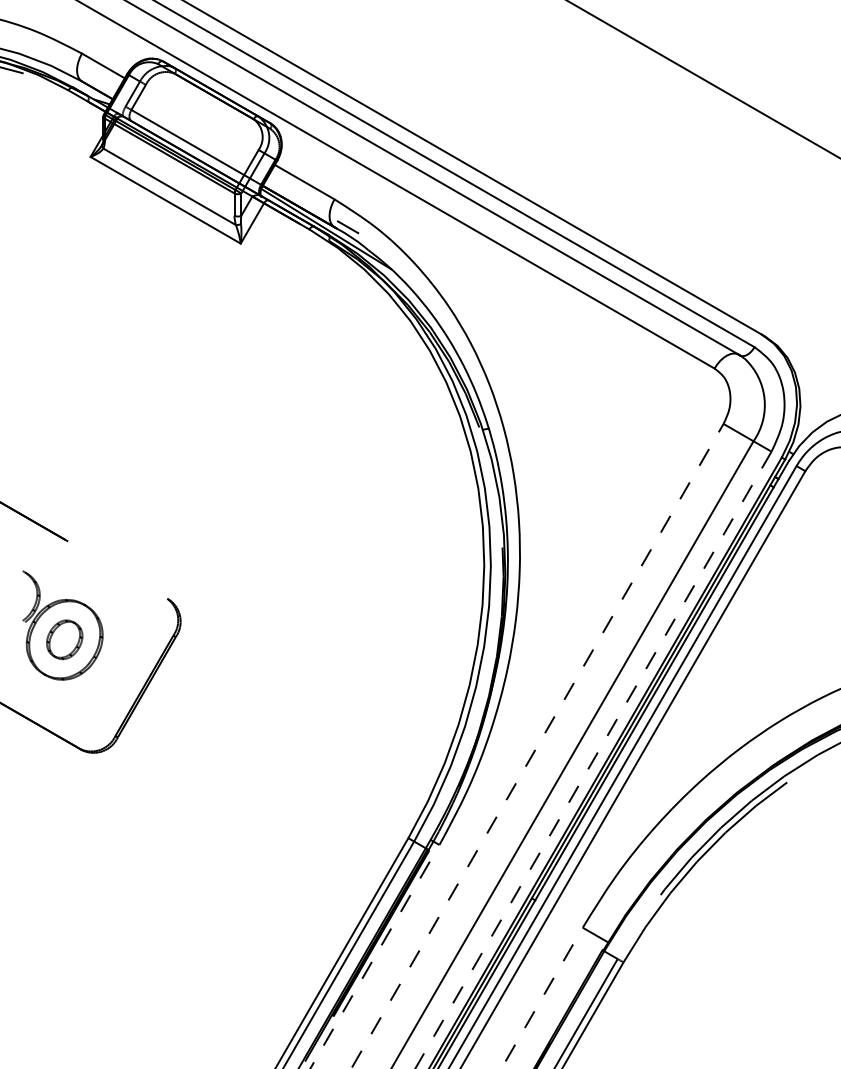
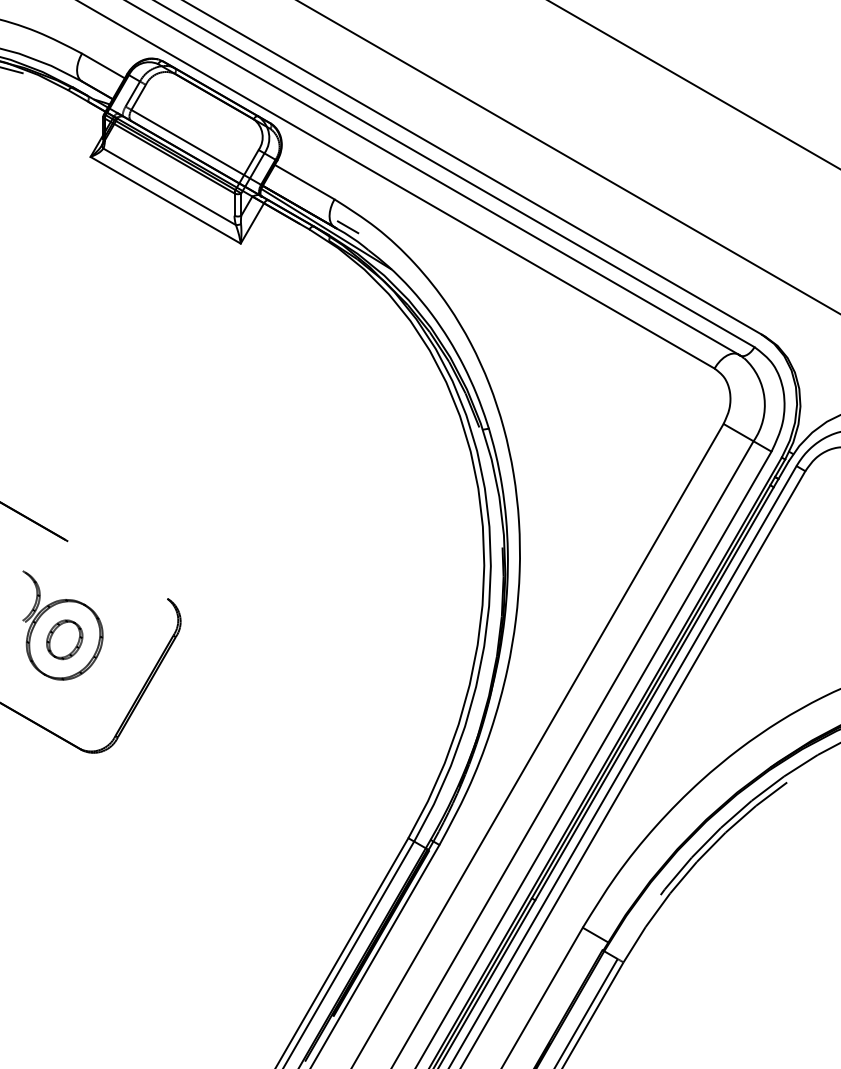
line at (703, 79) position: (703, 79) -> (693, 84)
line at (568, 157): none -> present
line at (537, 746): dashed -> solid
line at (593, 759): dashed -> solid
line at (375, 956): dashed -> solid
line at (542, 997): dashed -> solid
